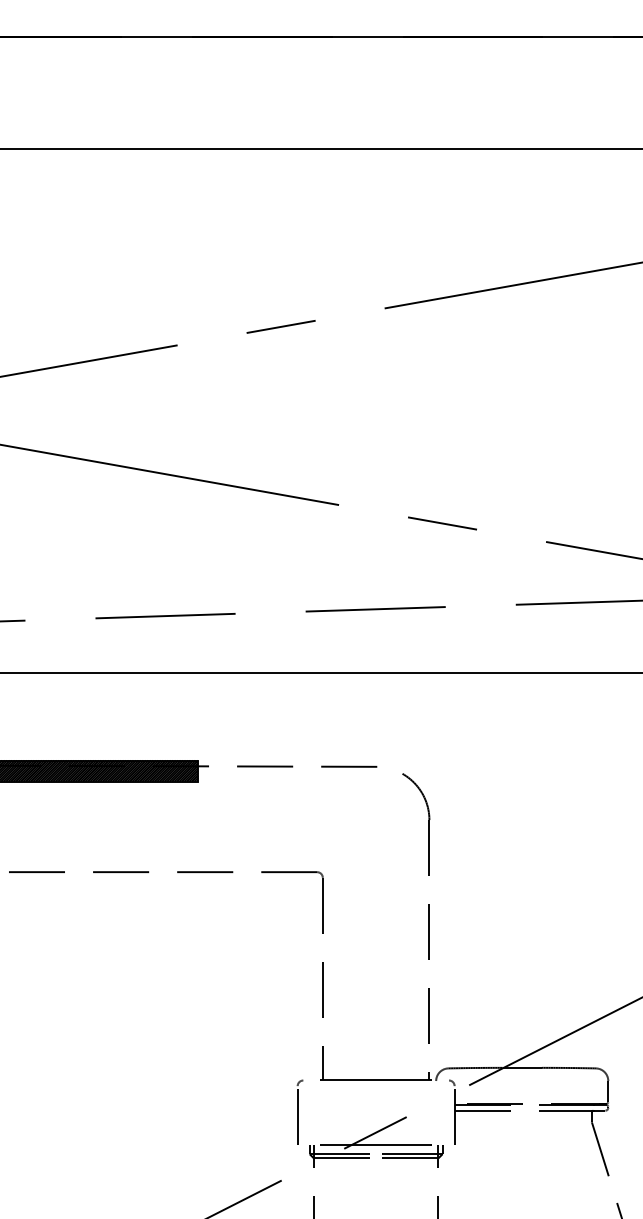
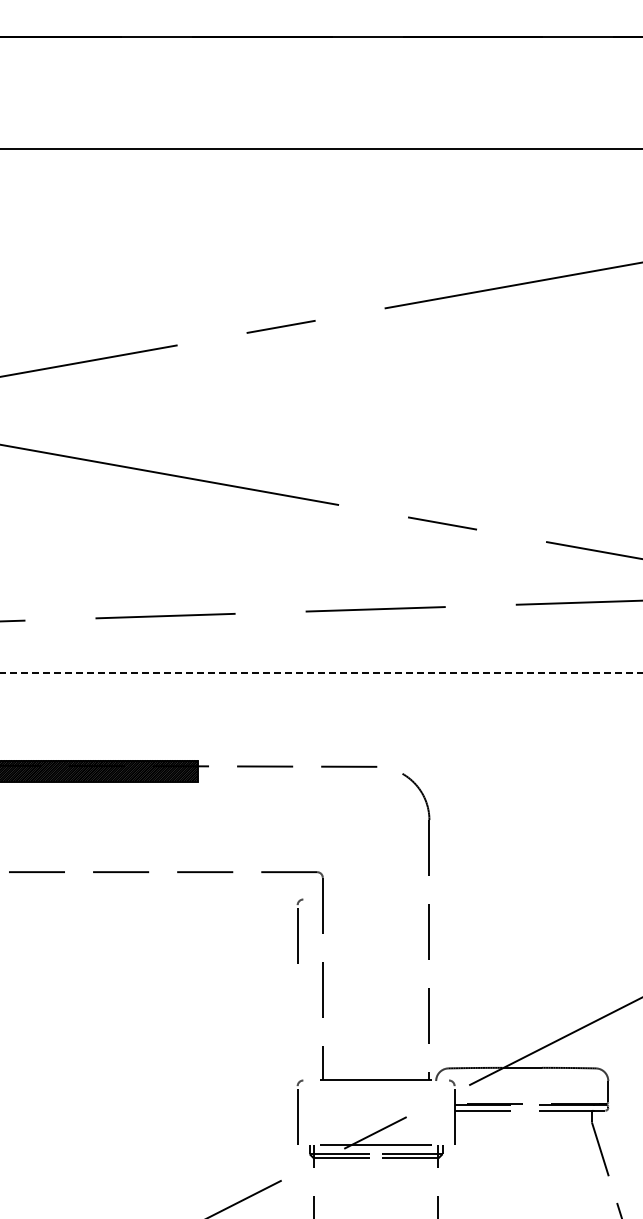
line at (321, 672): solid -> dashed
part at (299, 930): none -> present
